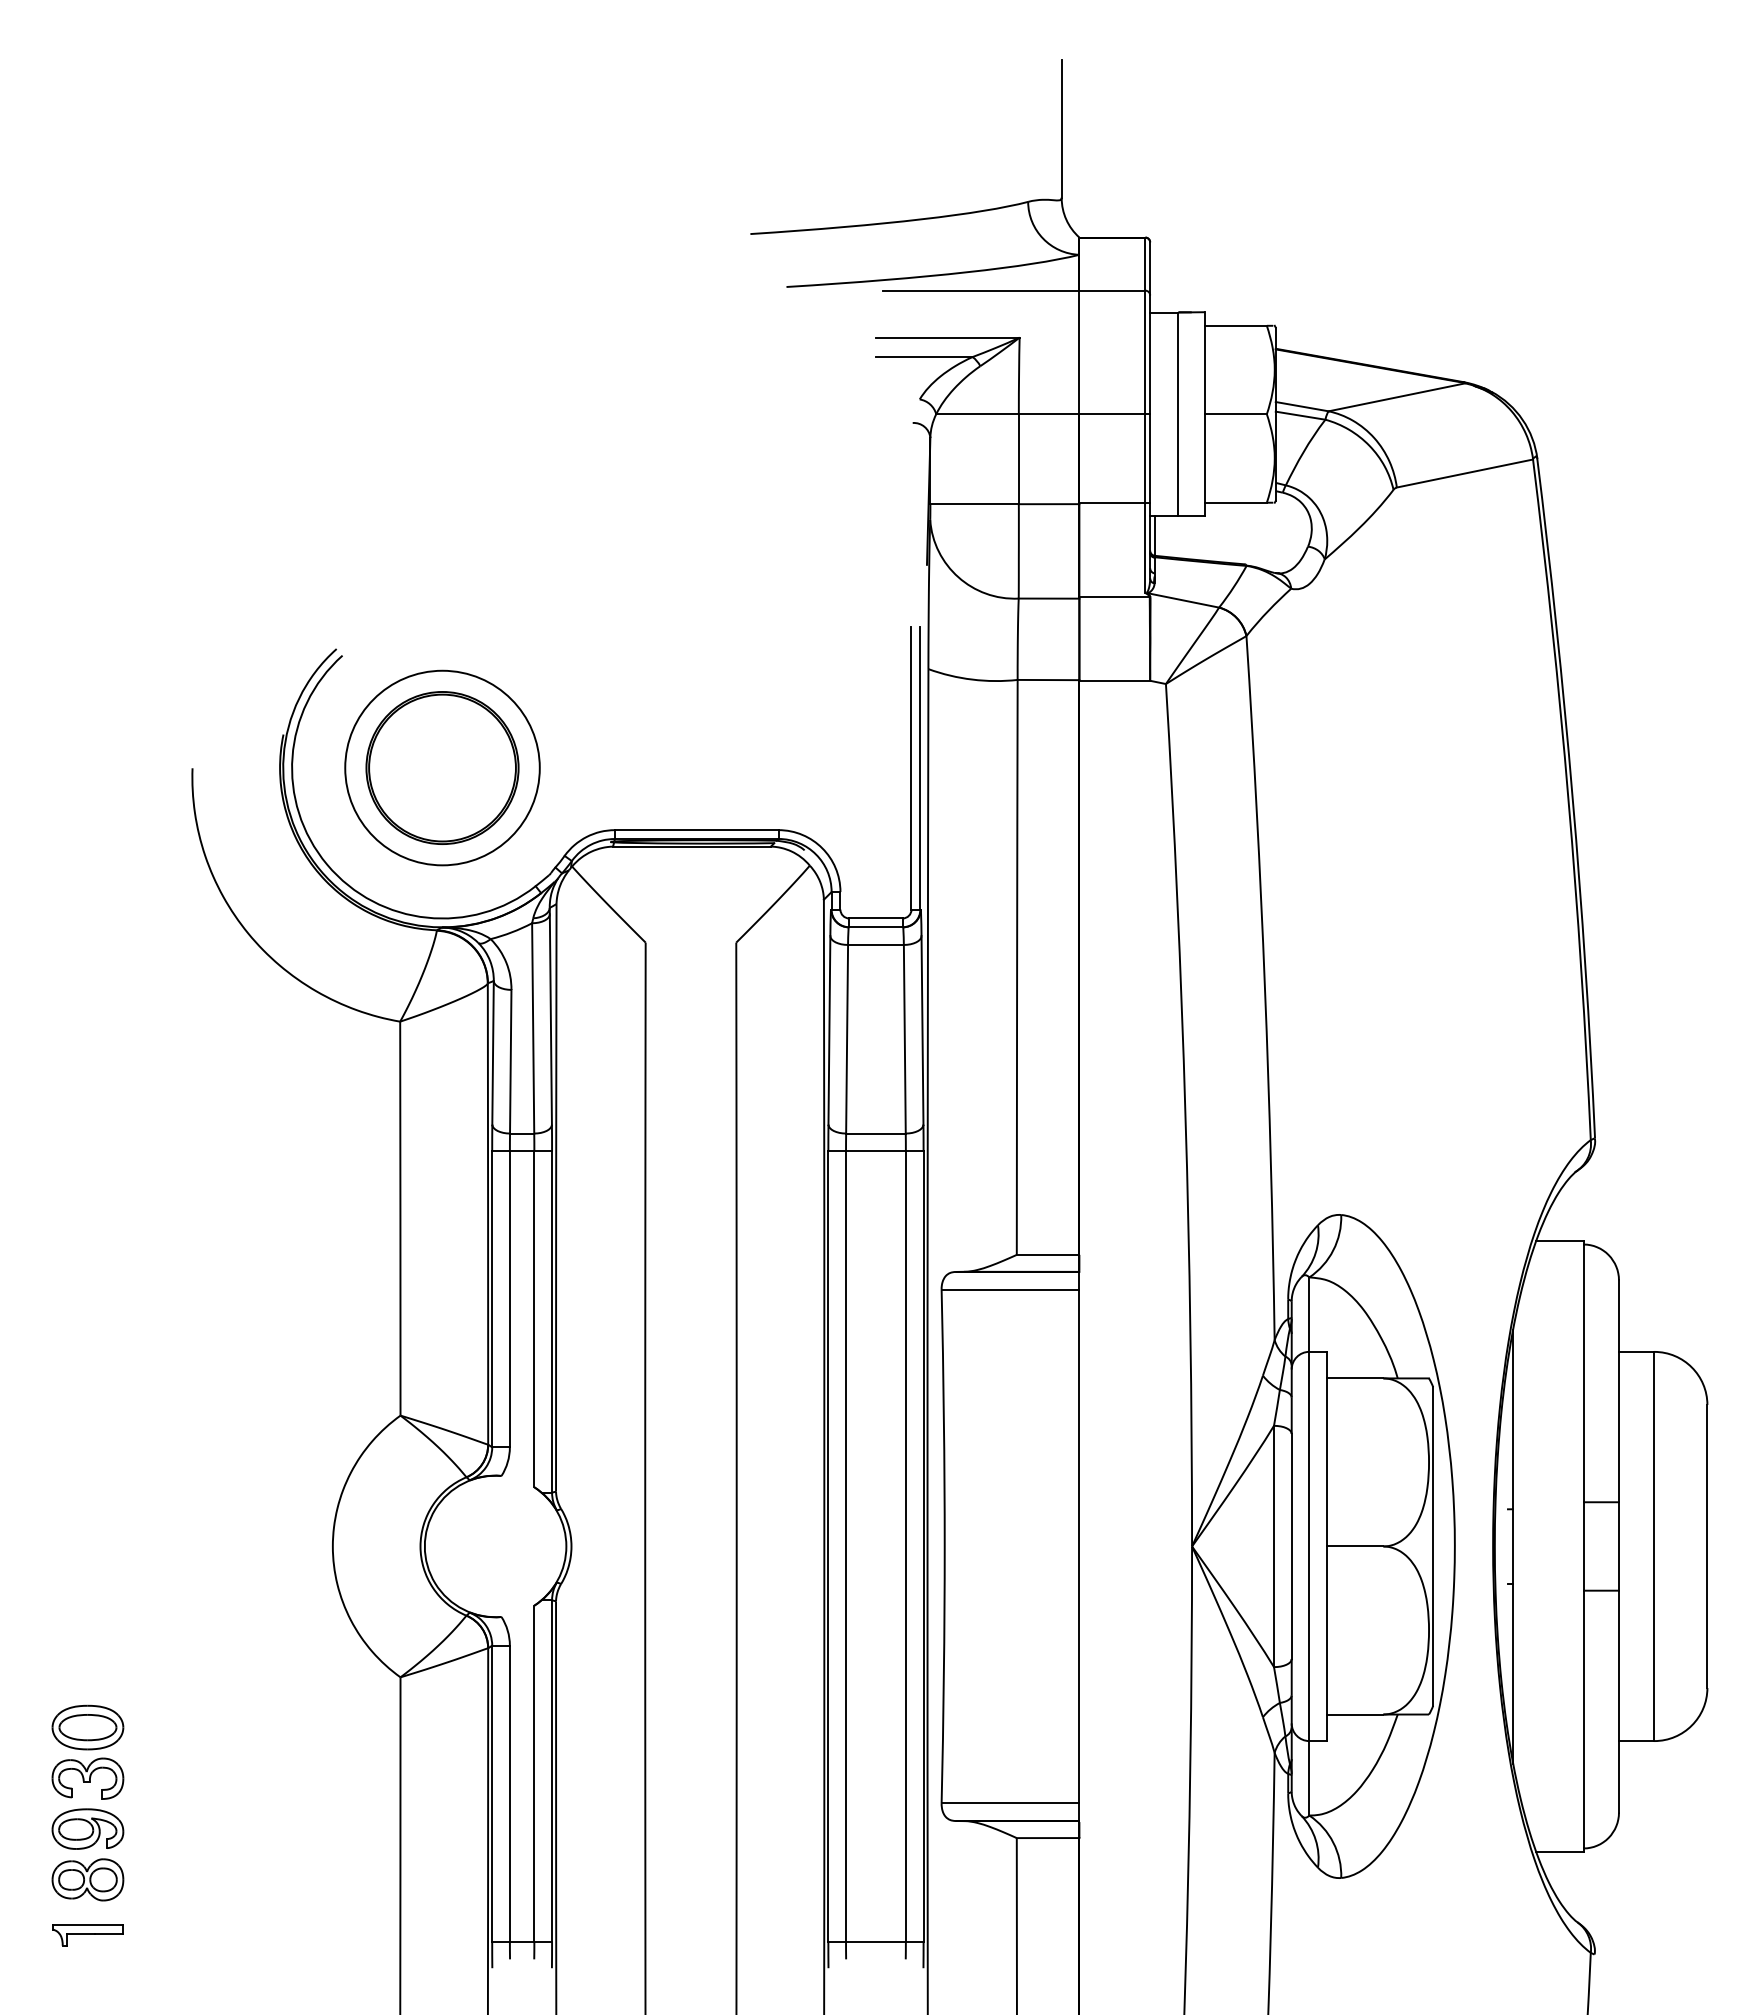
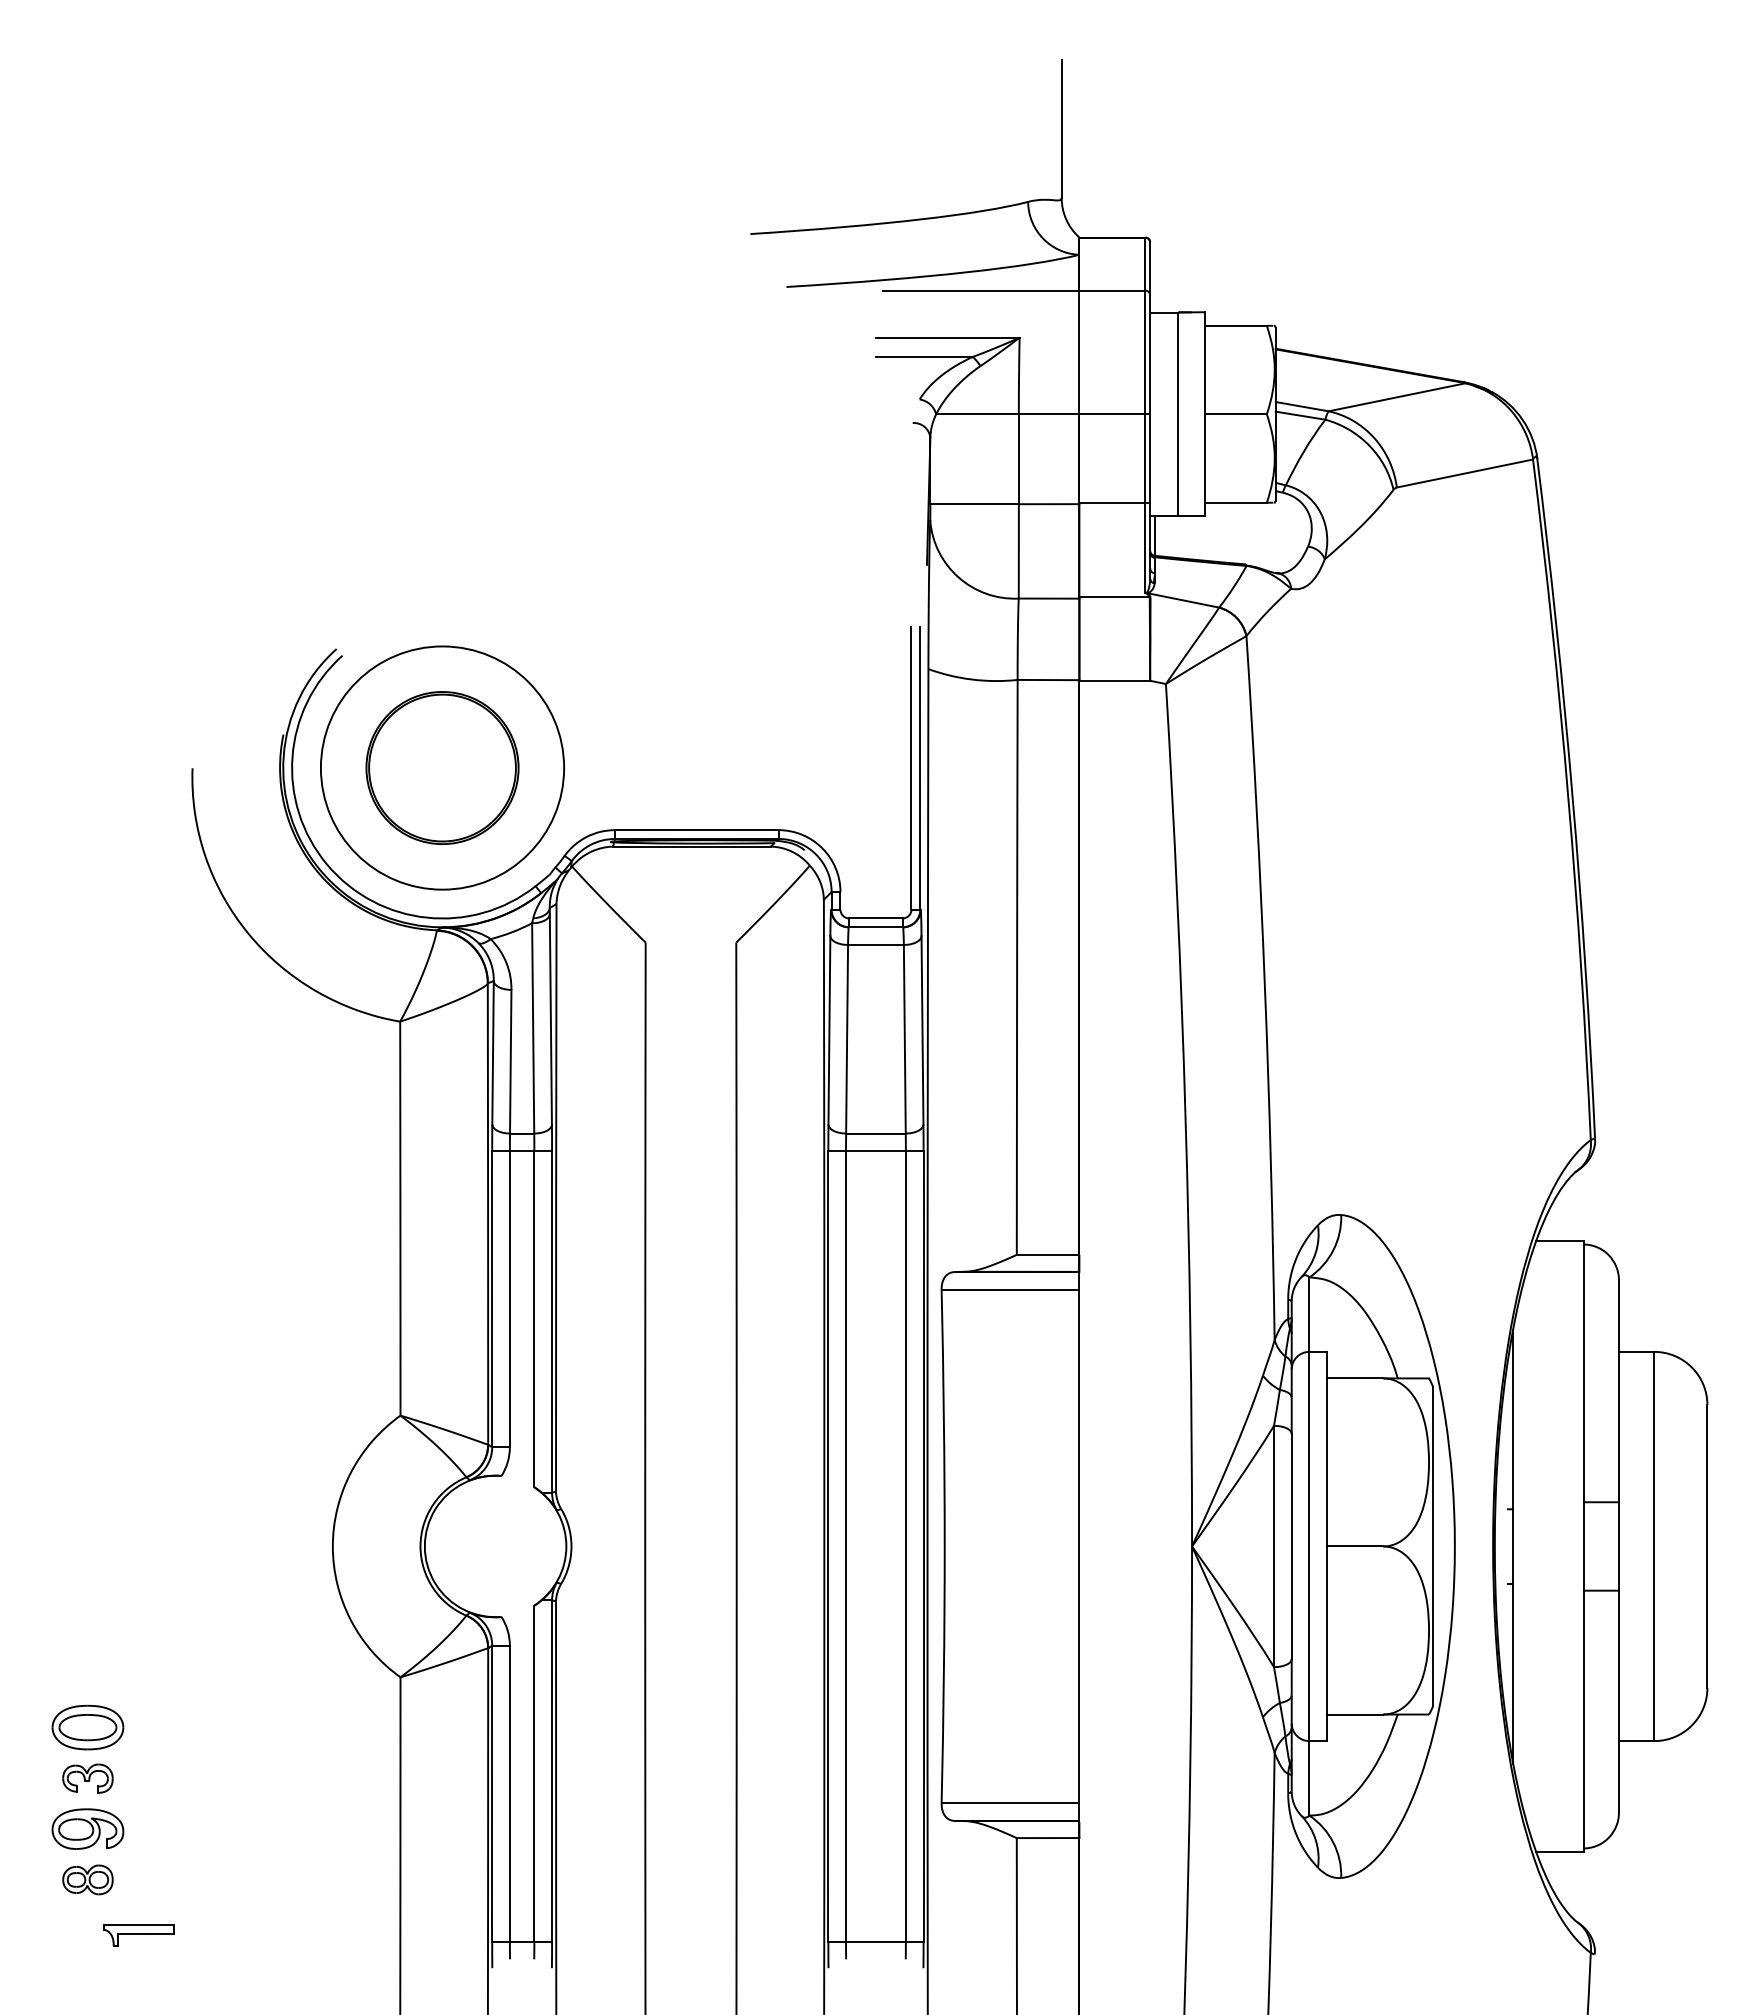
circle at (442, 767) diameter: 195 px -> 243 px
part at (87, 1778) size: 74x43 px -> 52x31 px
part at (87, 1879) size: 74x44 px -> 52x32 px
part at (87, 1935) position: (87, 1935) -> (138, 1935)
